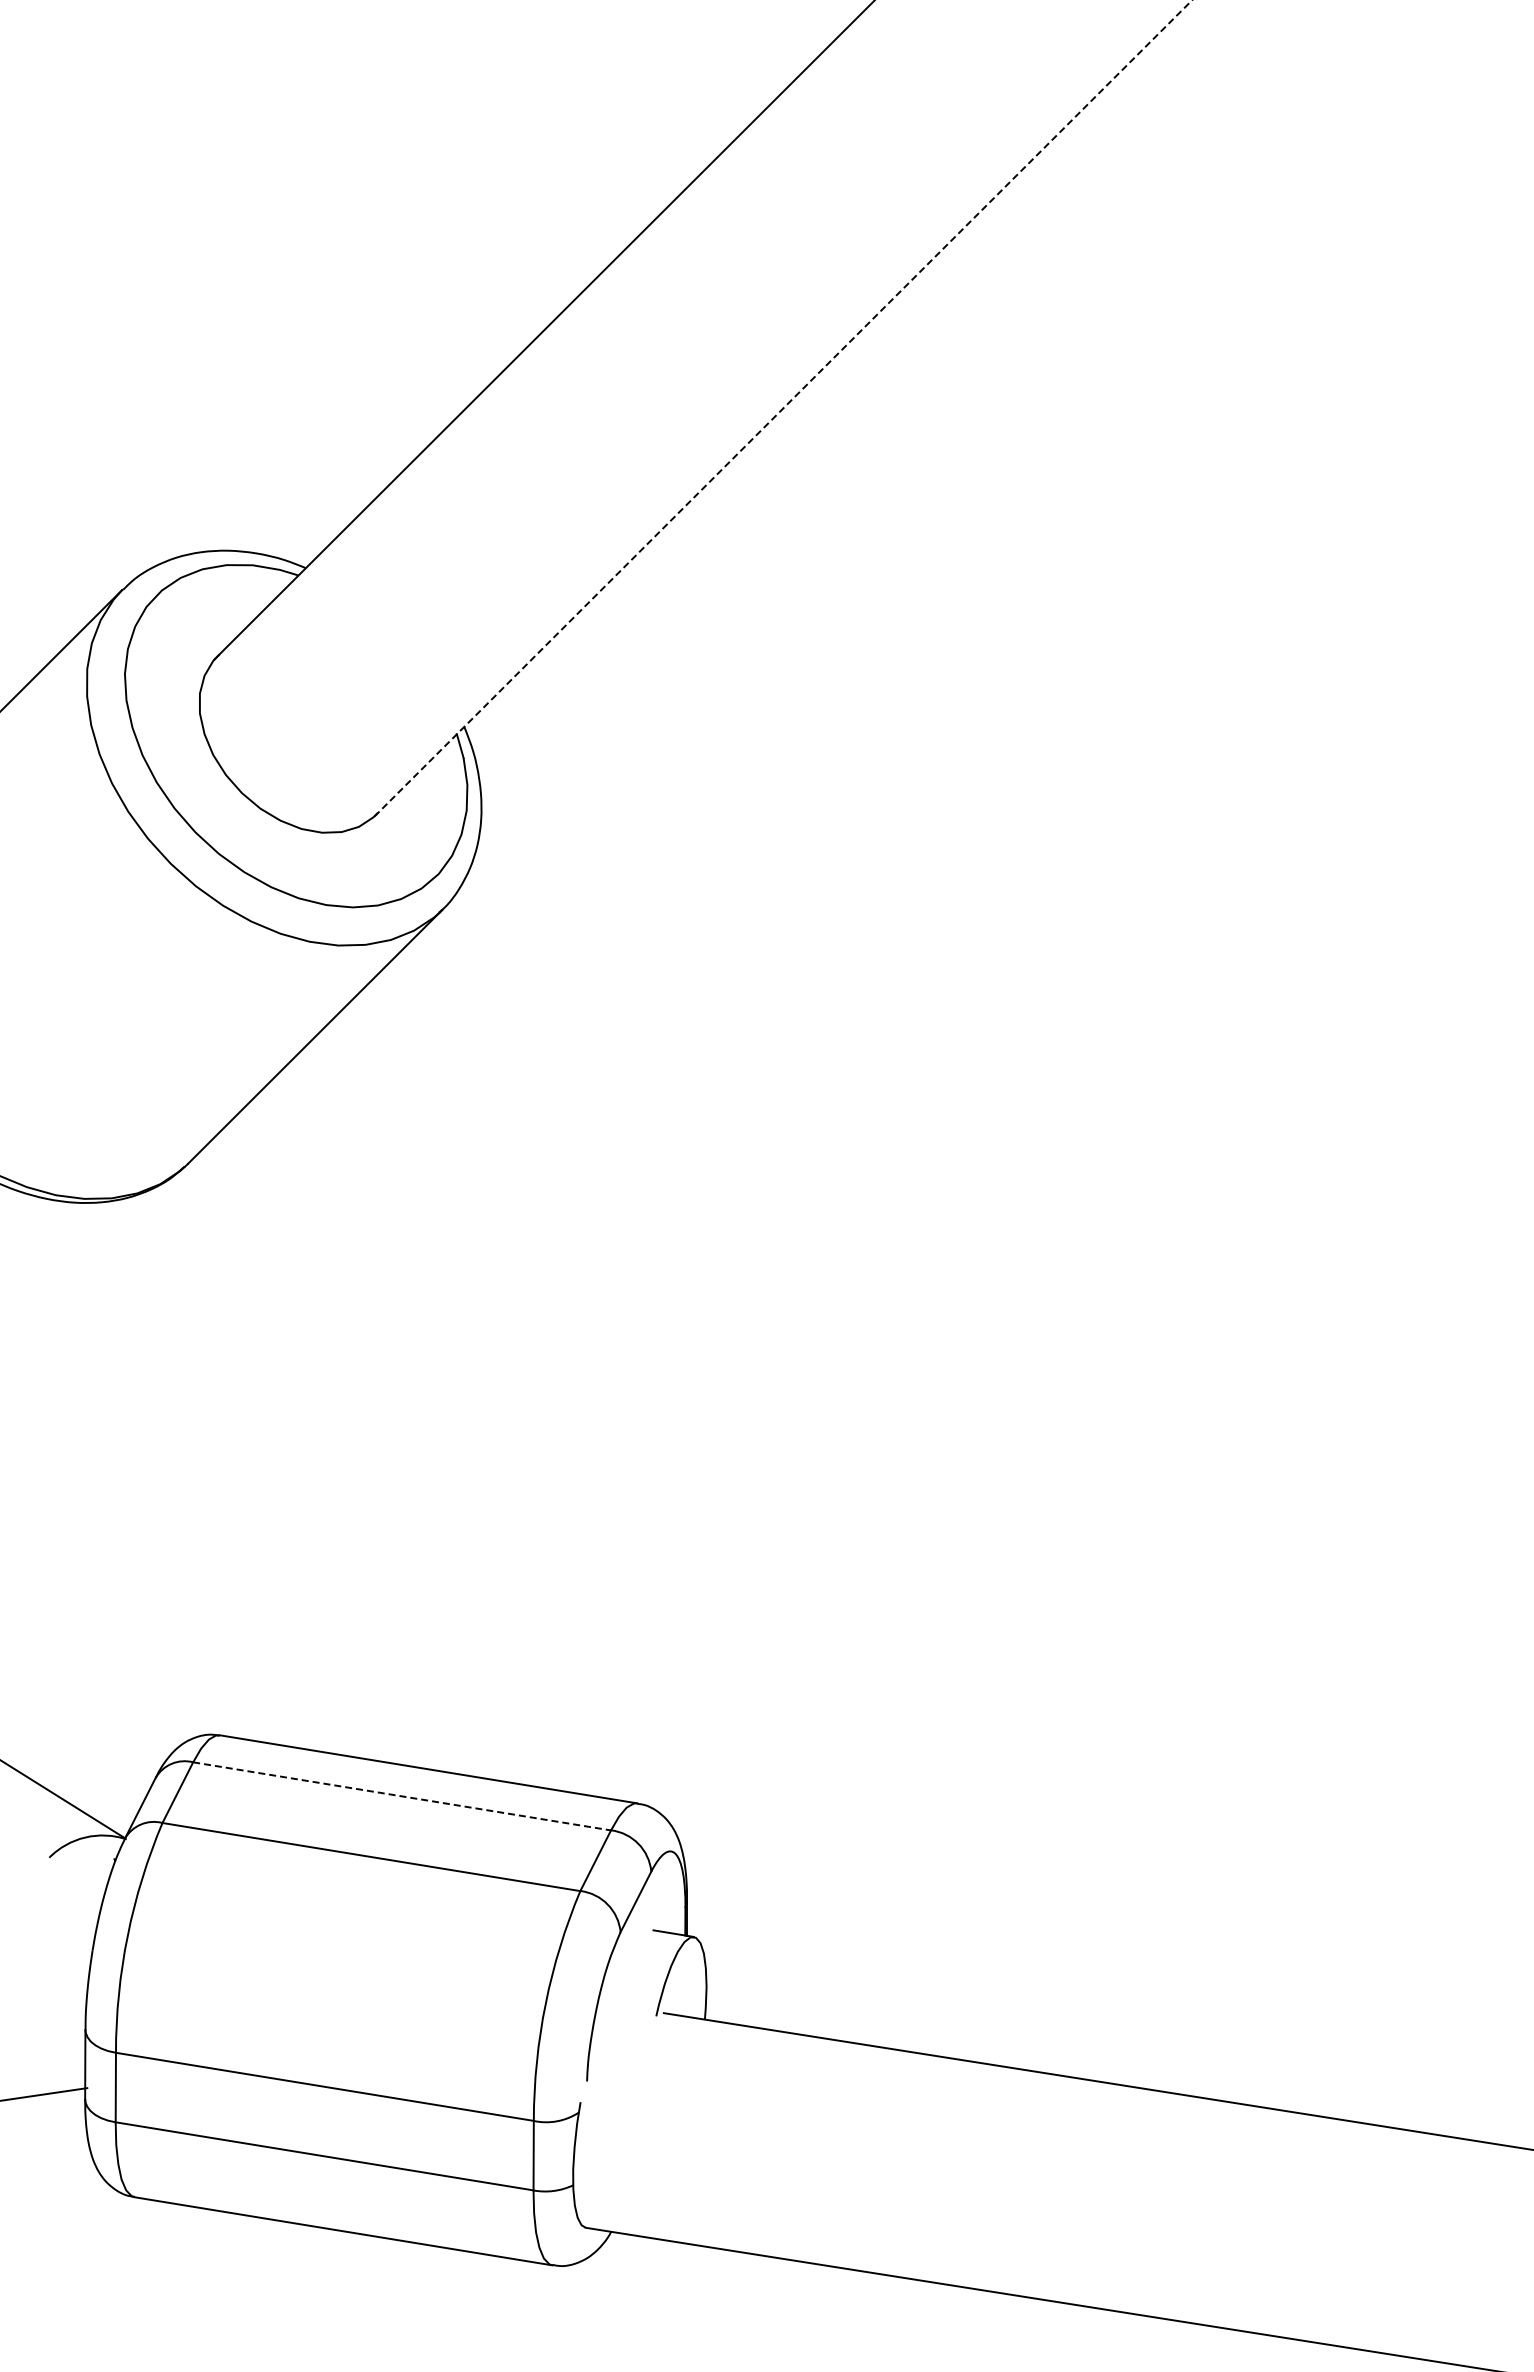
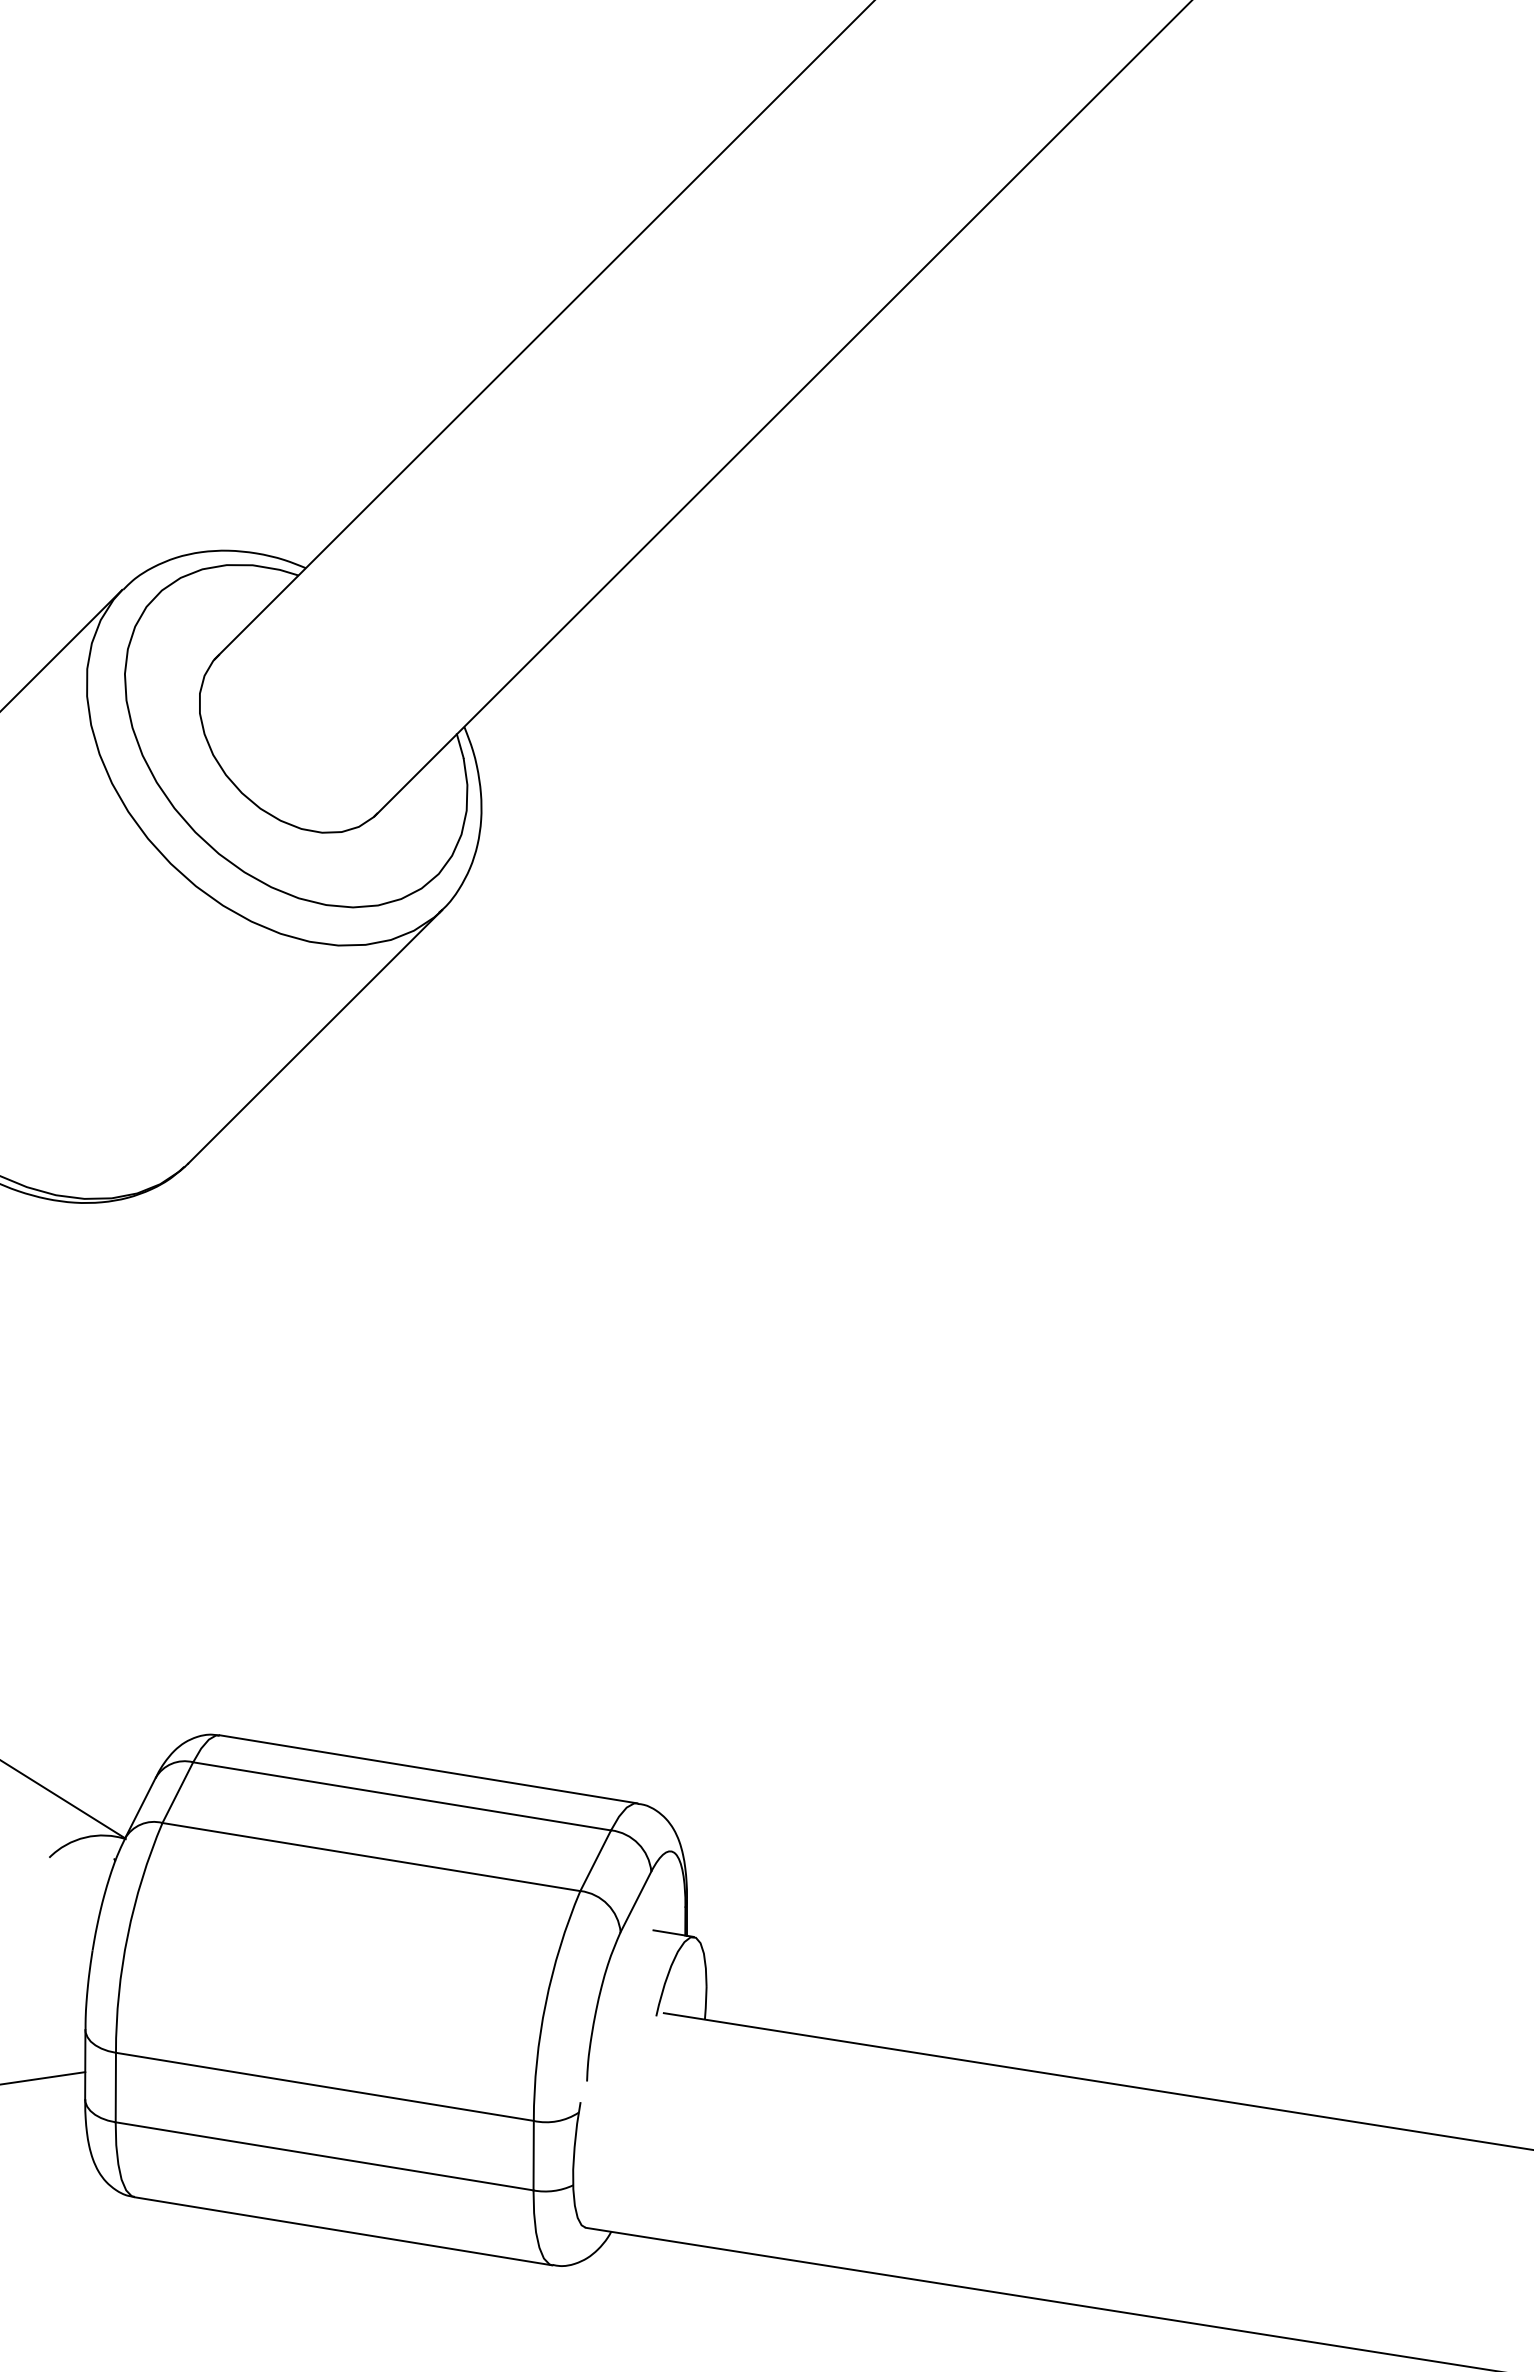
line at (783, 408): dashed -> solid
line at (402, 1796): dashed -> solid
line at (44, 2094) position: (44, 2094) -> (43, 2078)
